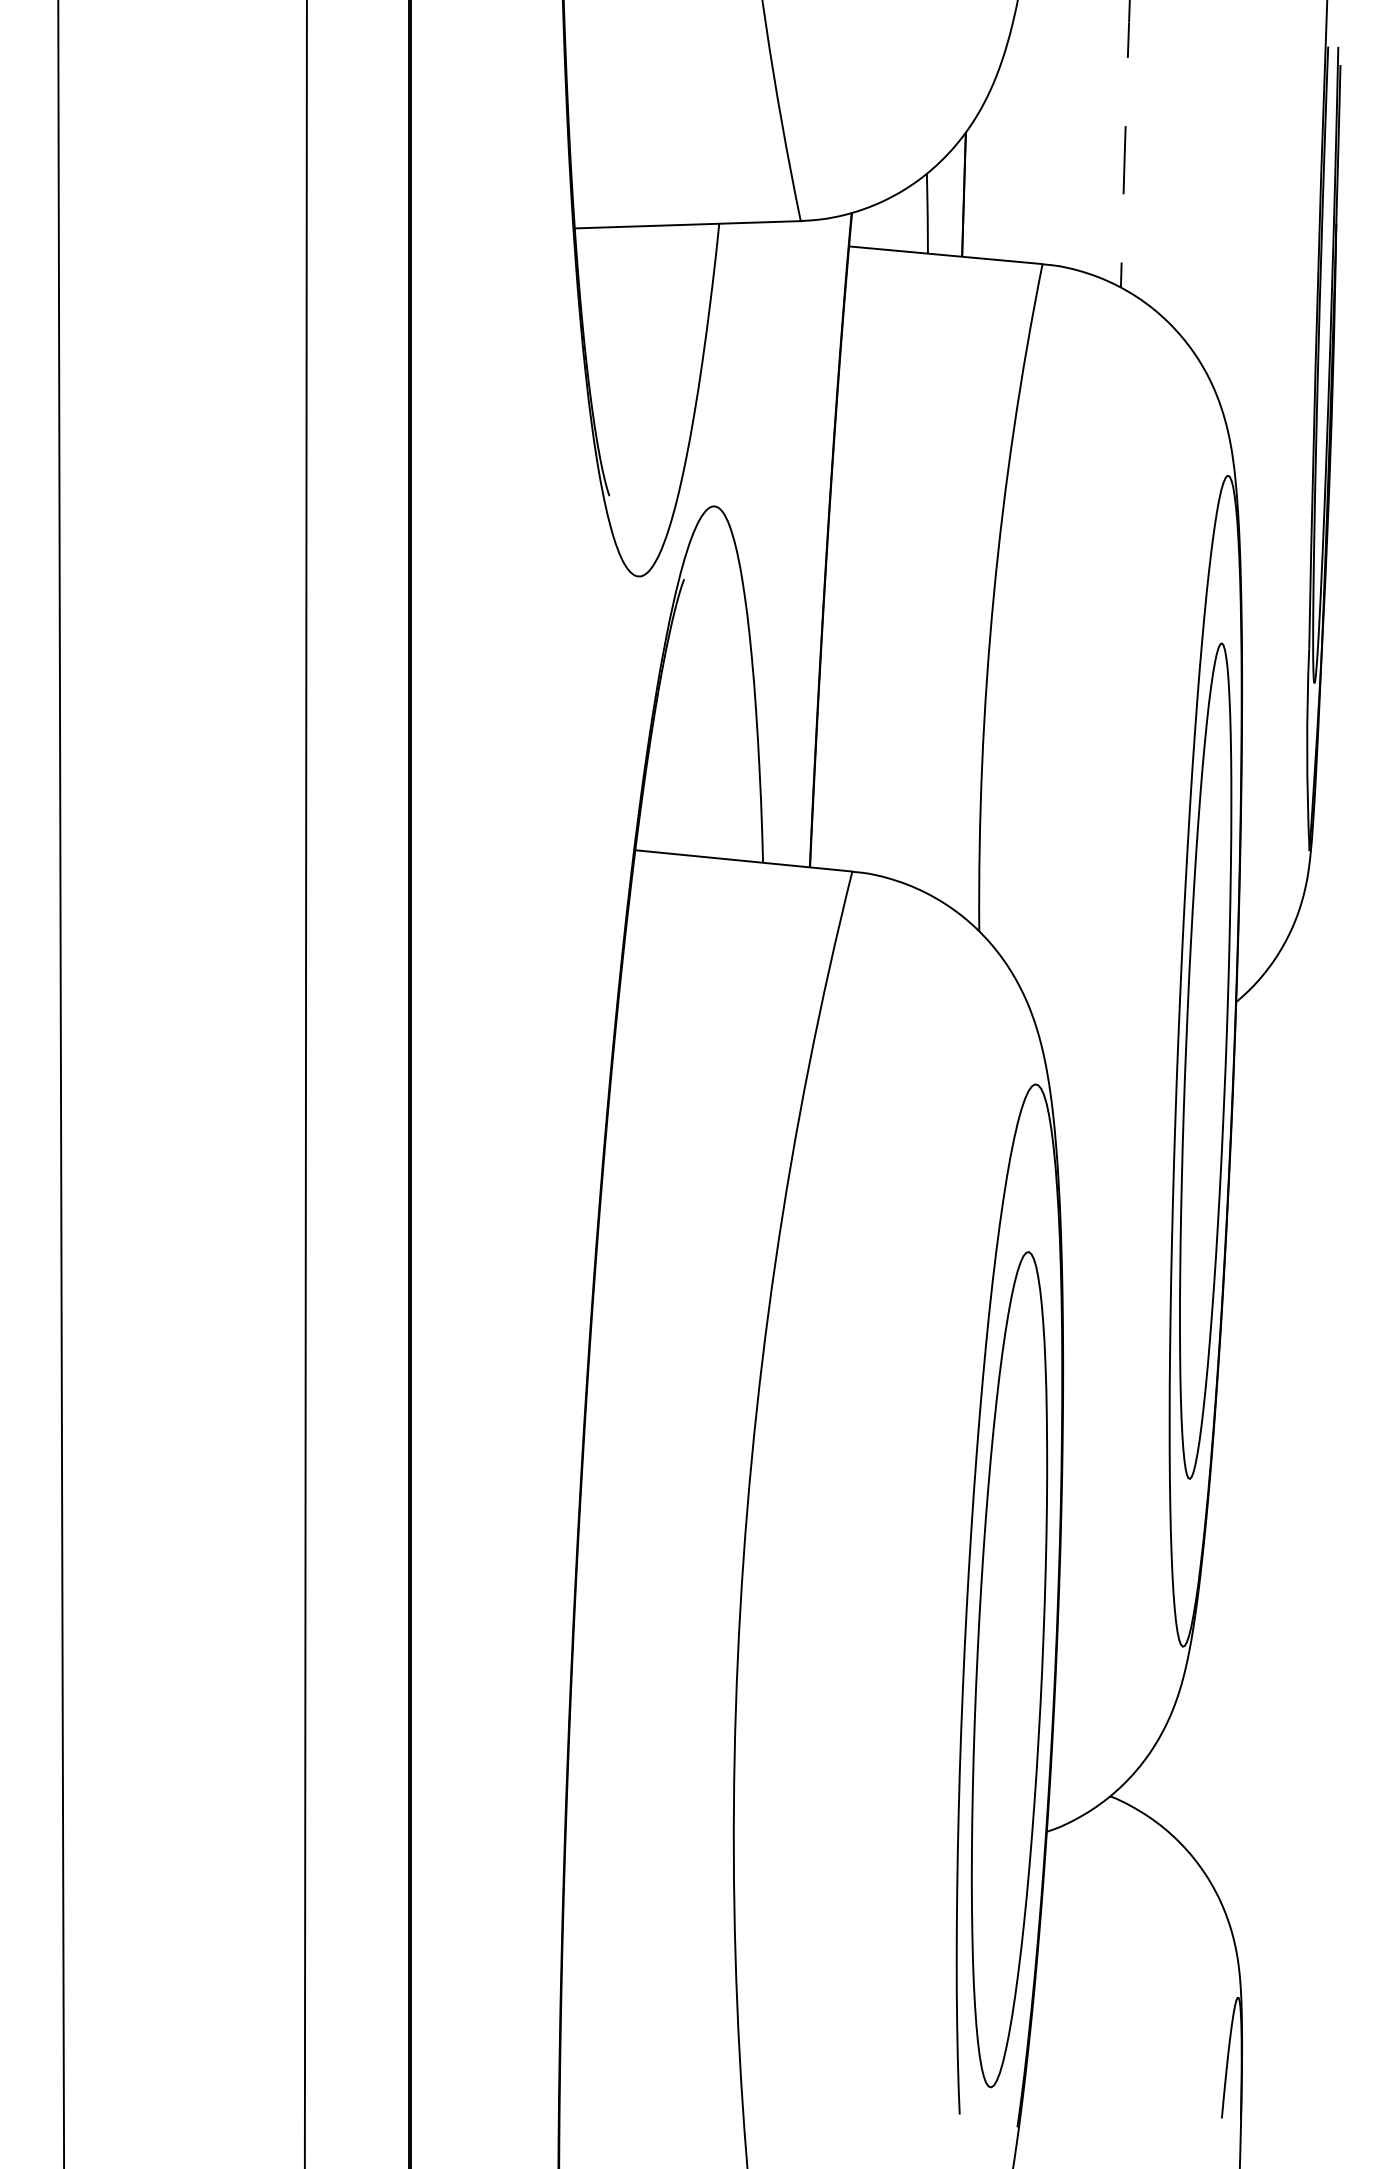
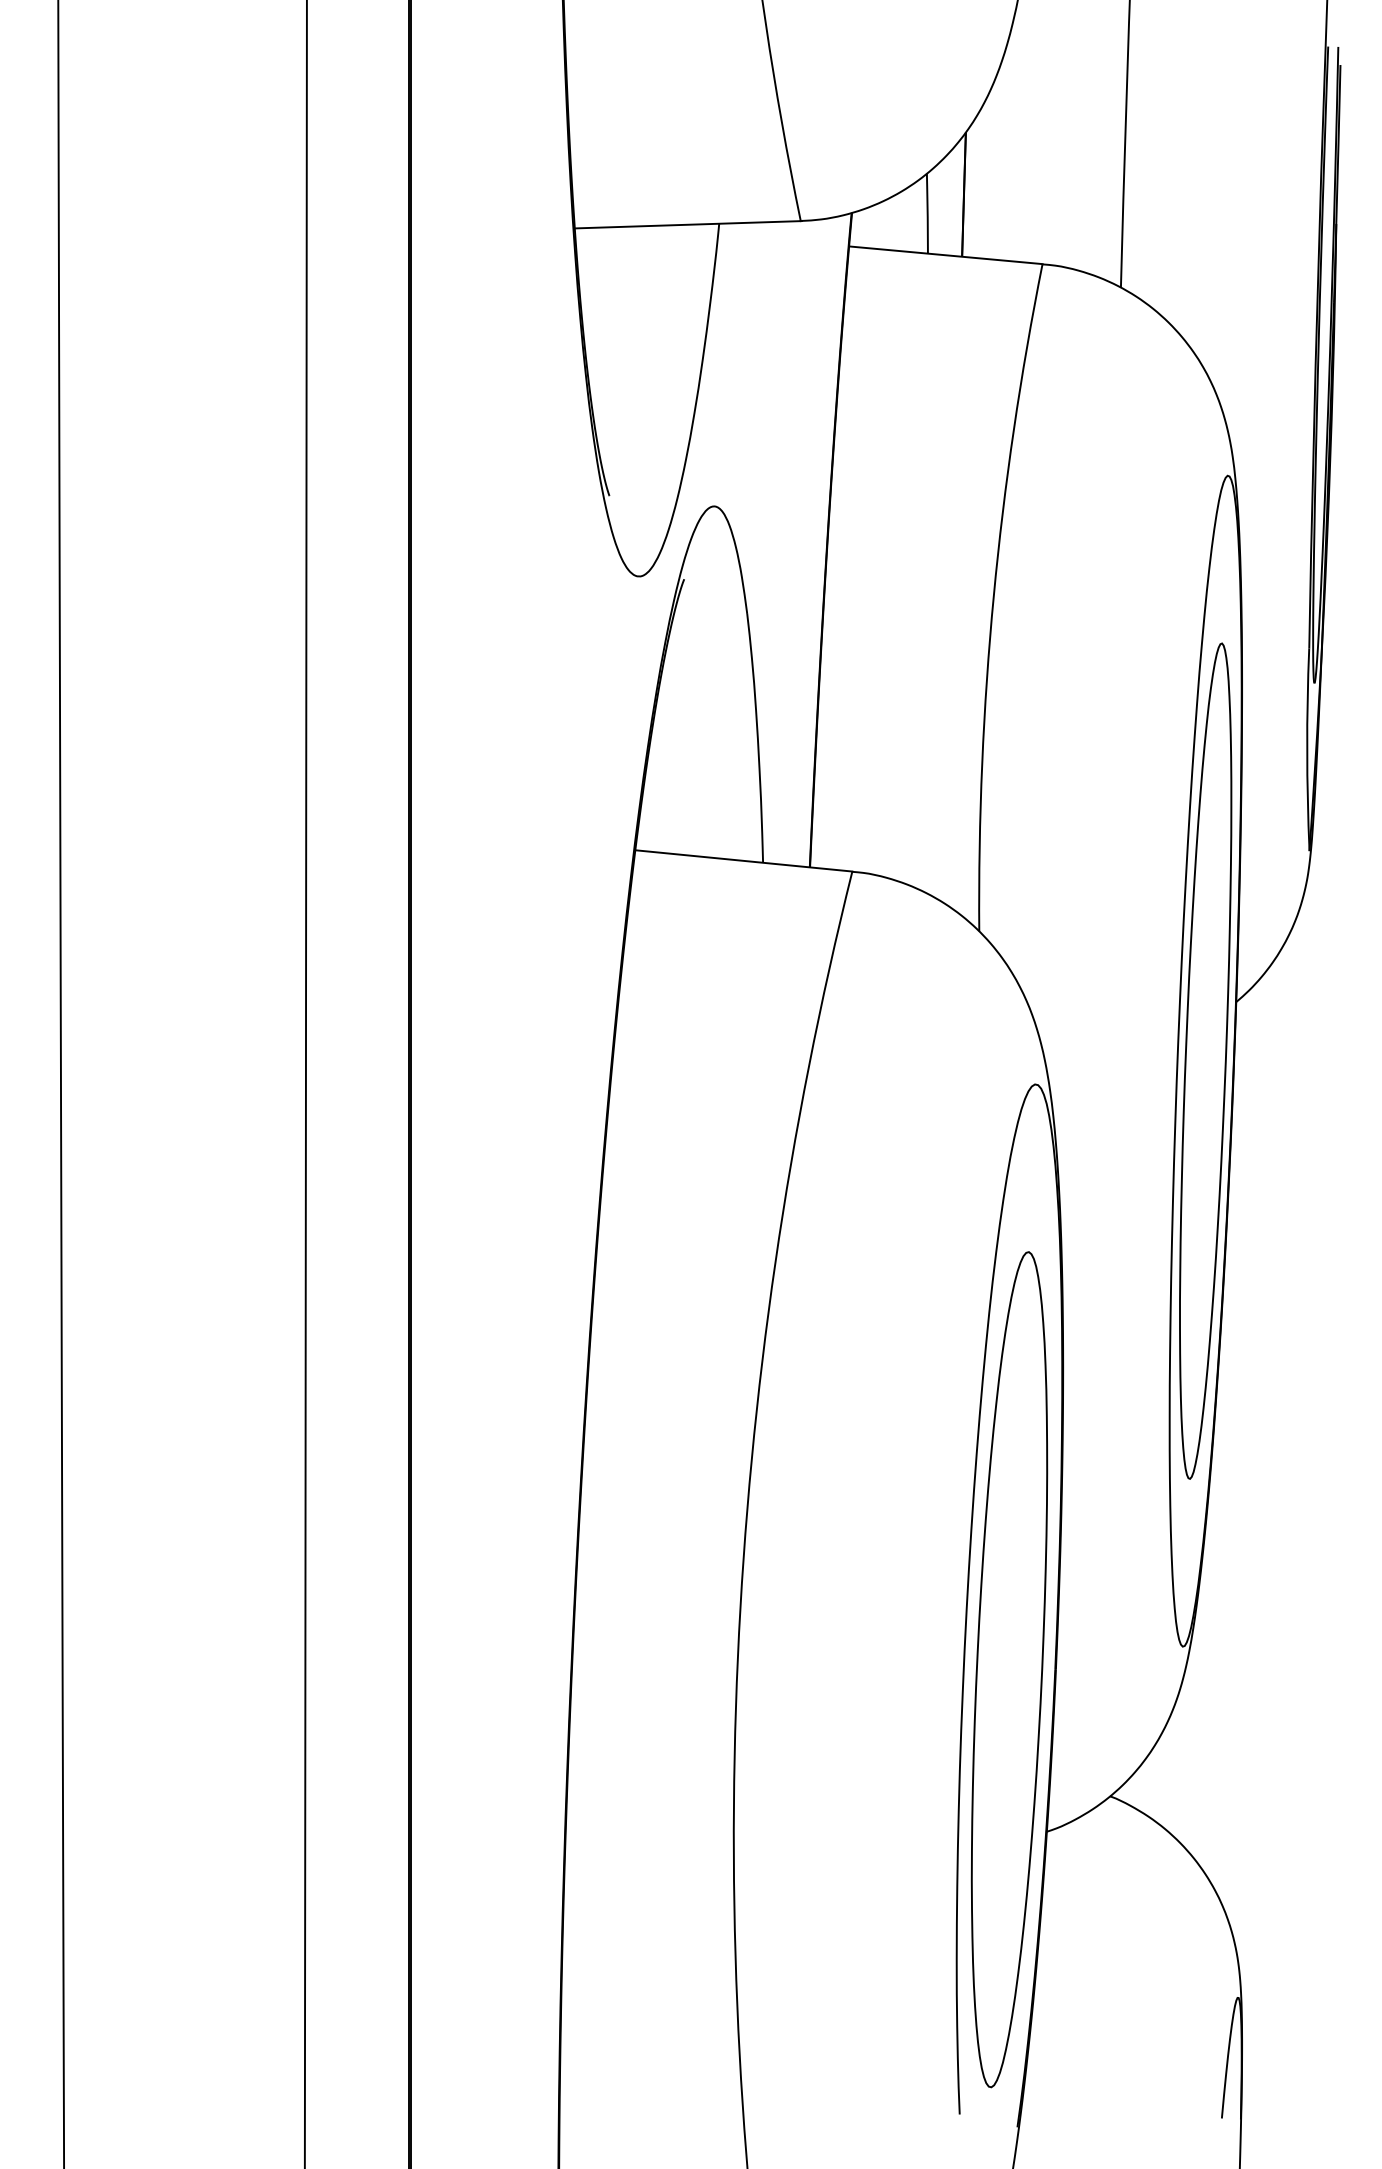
arc at (1125, 143): dashed -> solid
